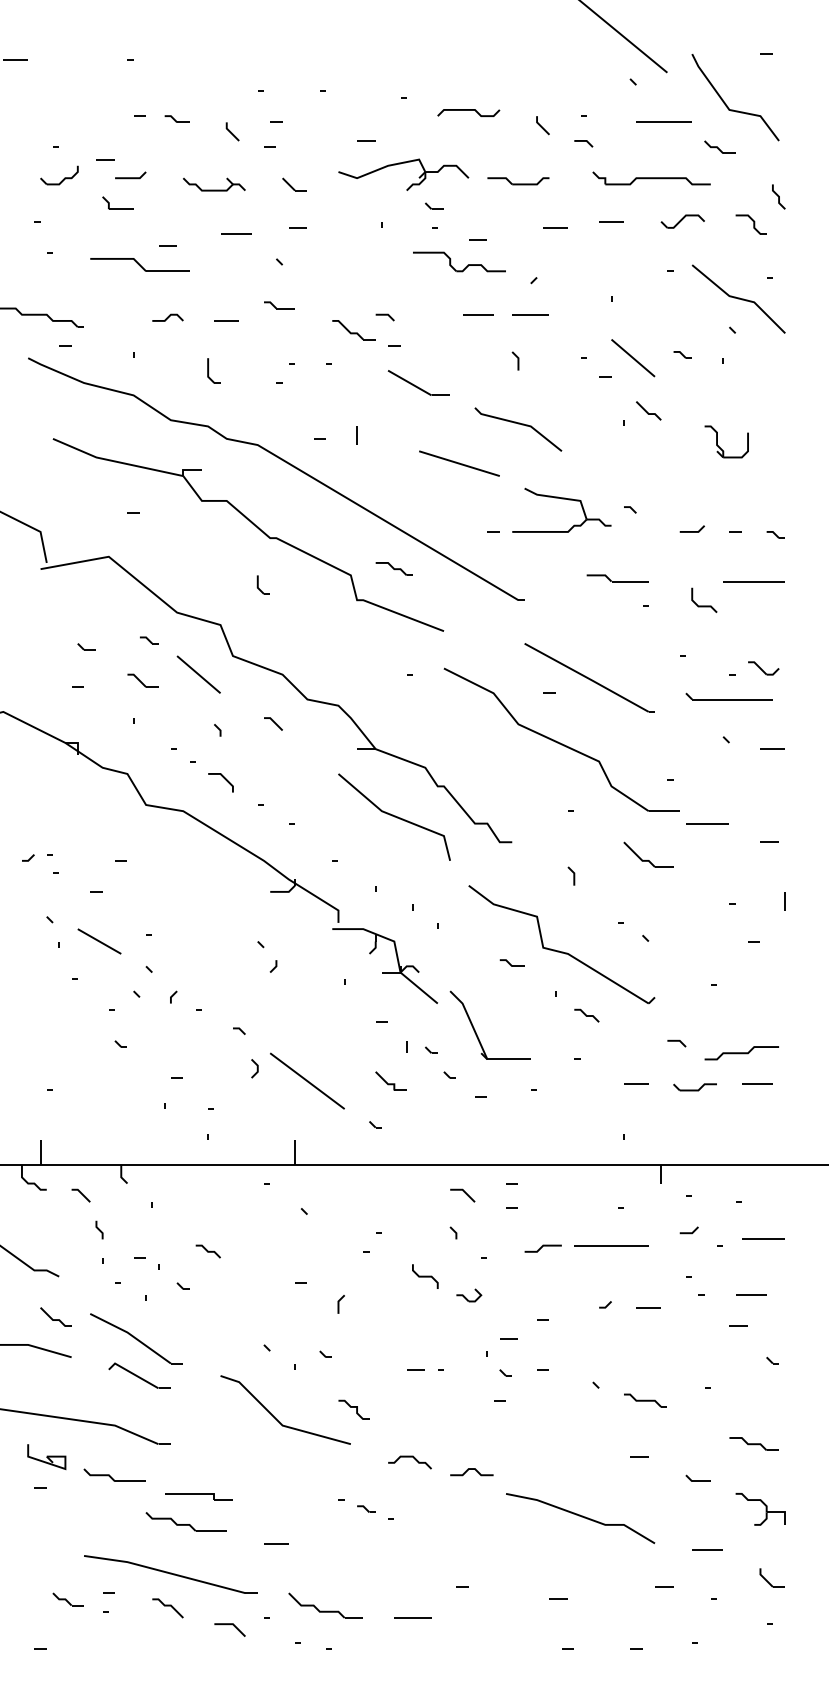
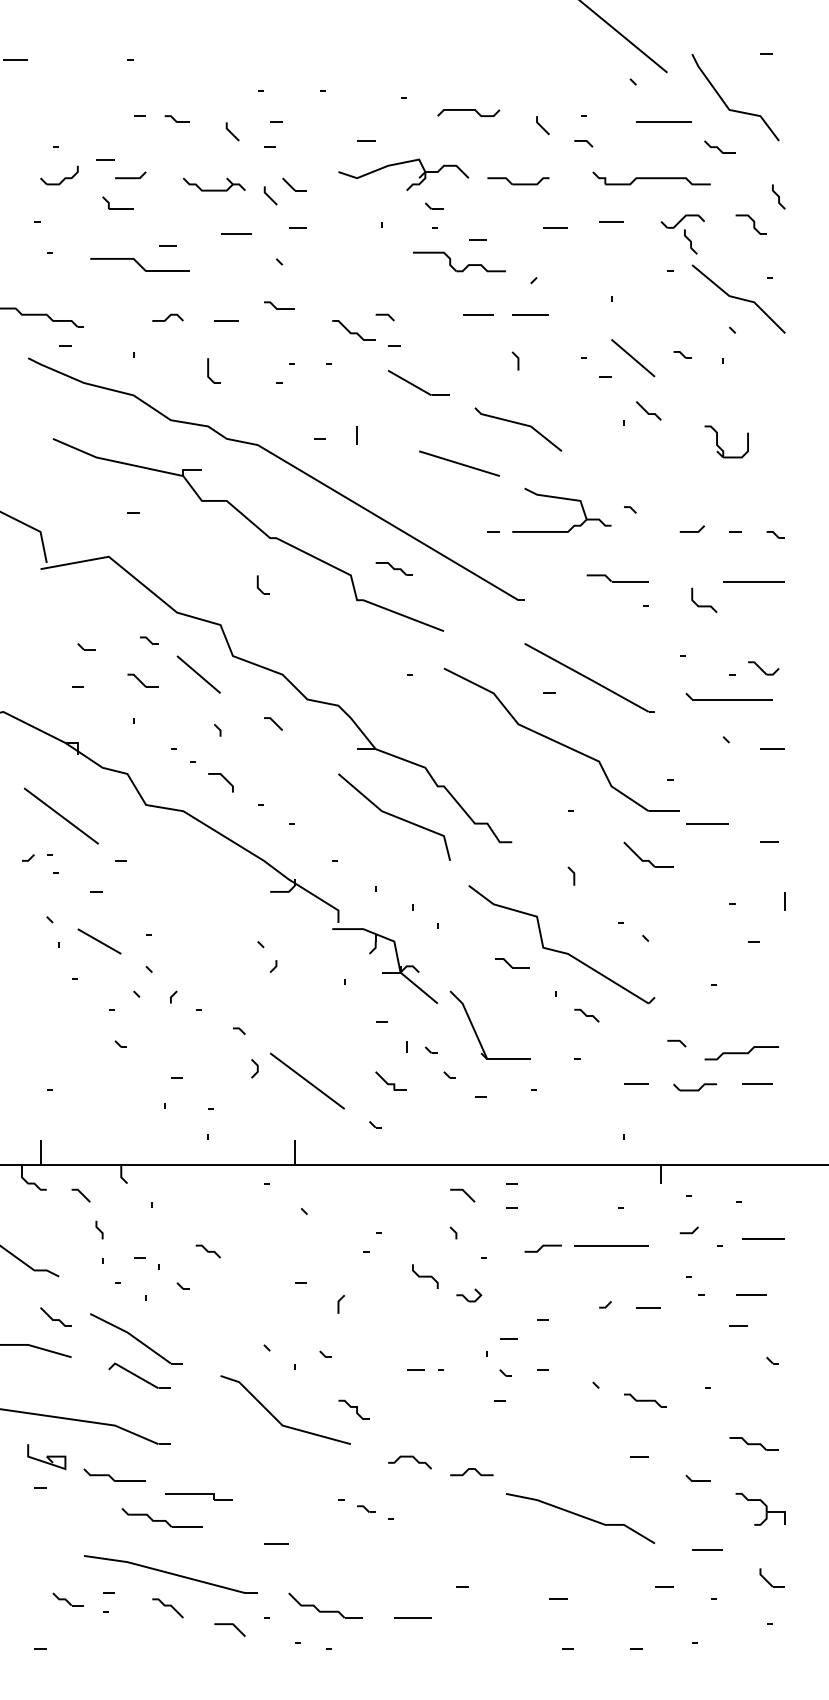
line at (269, 195): none -> present
line at (690, 241): none -> present
line at (61, 815): none -> present
part at (511, 962) size: 26x8 px -> 35x11 px
part at (185, 1521) position: (185, 1521) -> (161, 1517)
